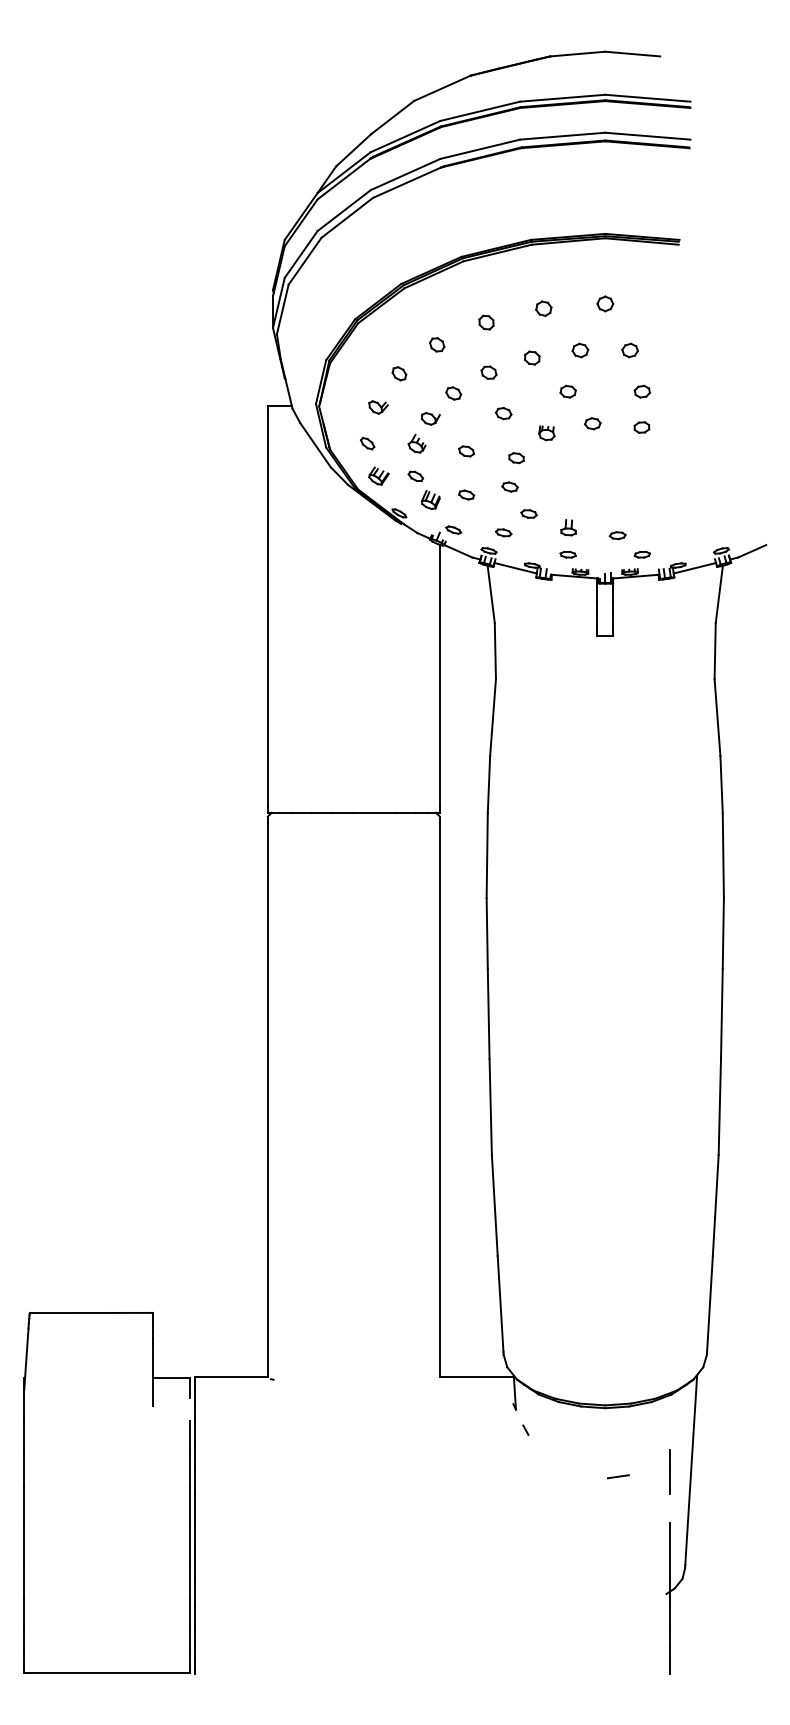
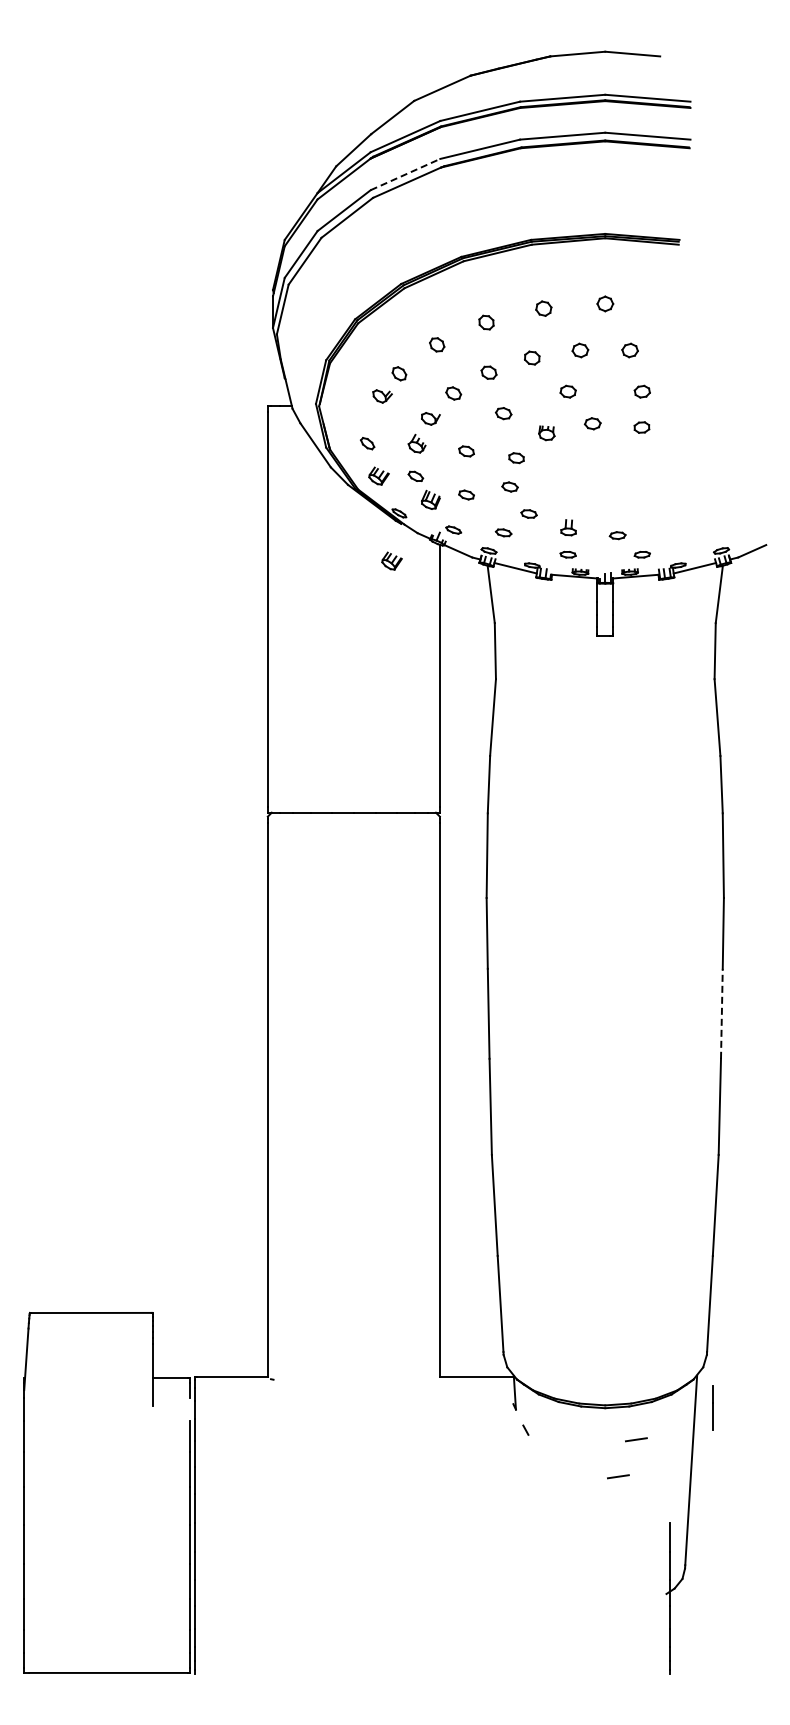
line at (405, 174): solid -> dashed
part at (378, 407) position: (378, 407) -> (382, 396)
part at (391, 560): none -> present
line at (721, 1013): solid -> dashed
line at (636, 1439): none -> present
line at (669, 1471) position: (669, 1471) -> (712, 1407)
